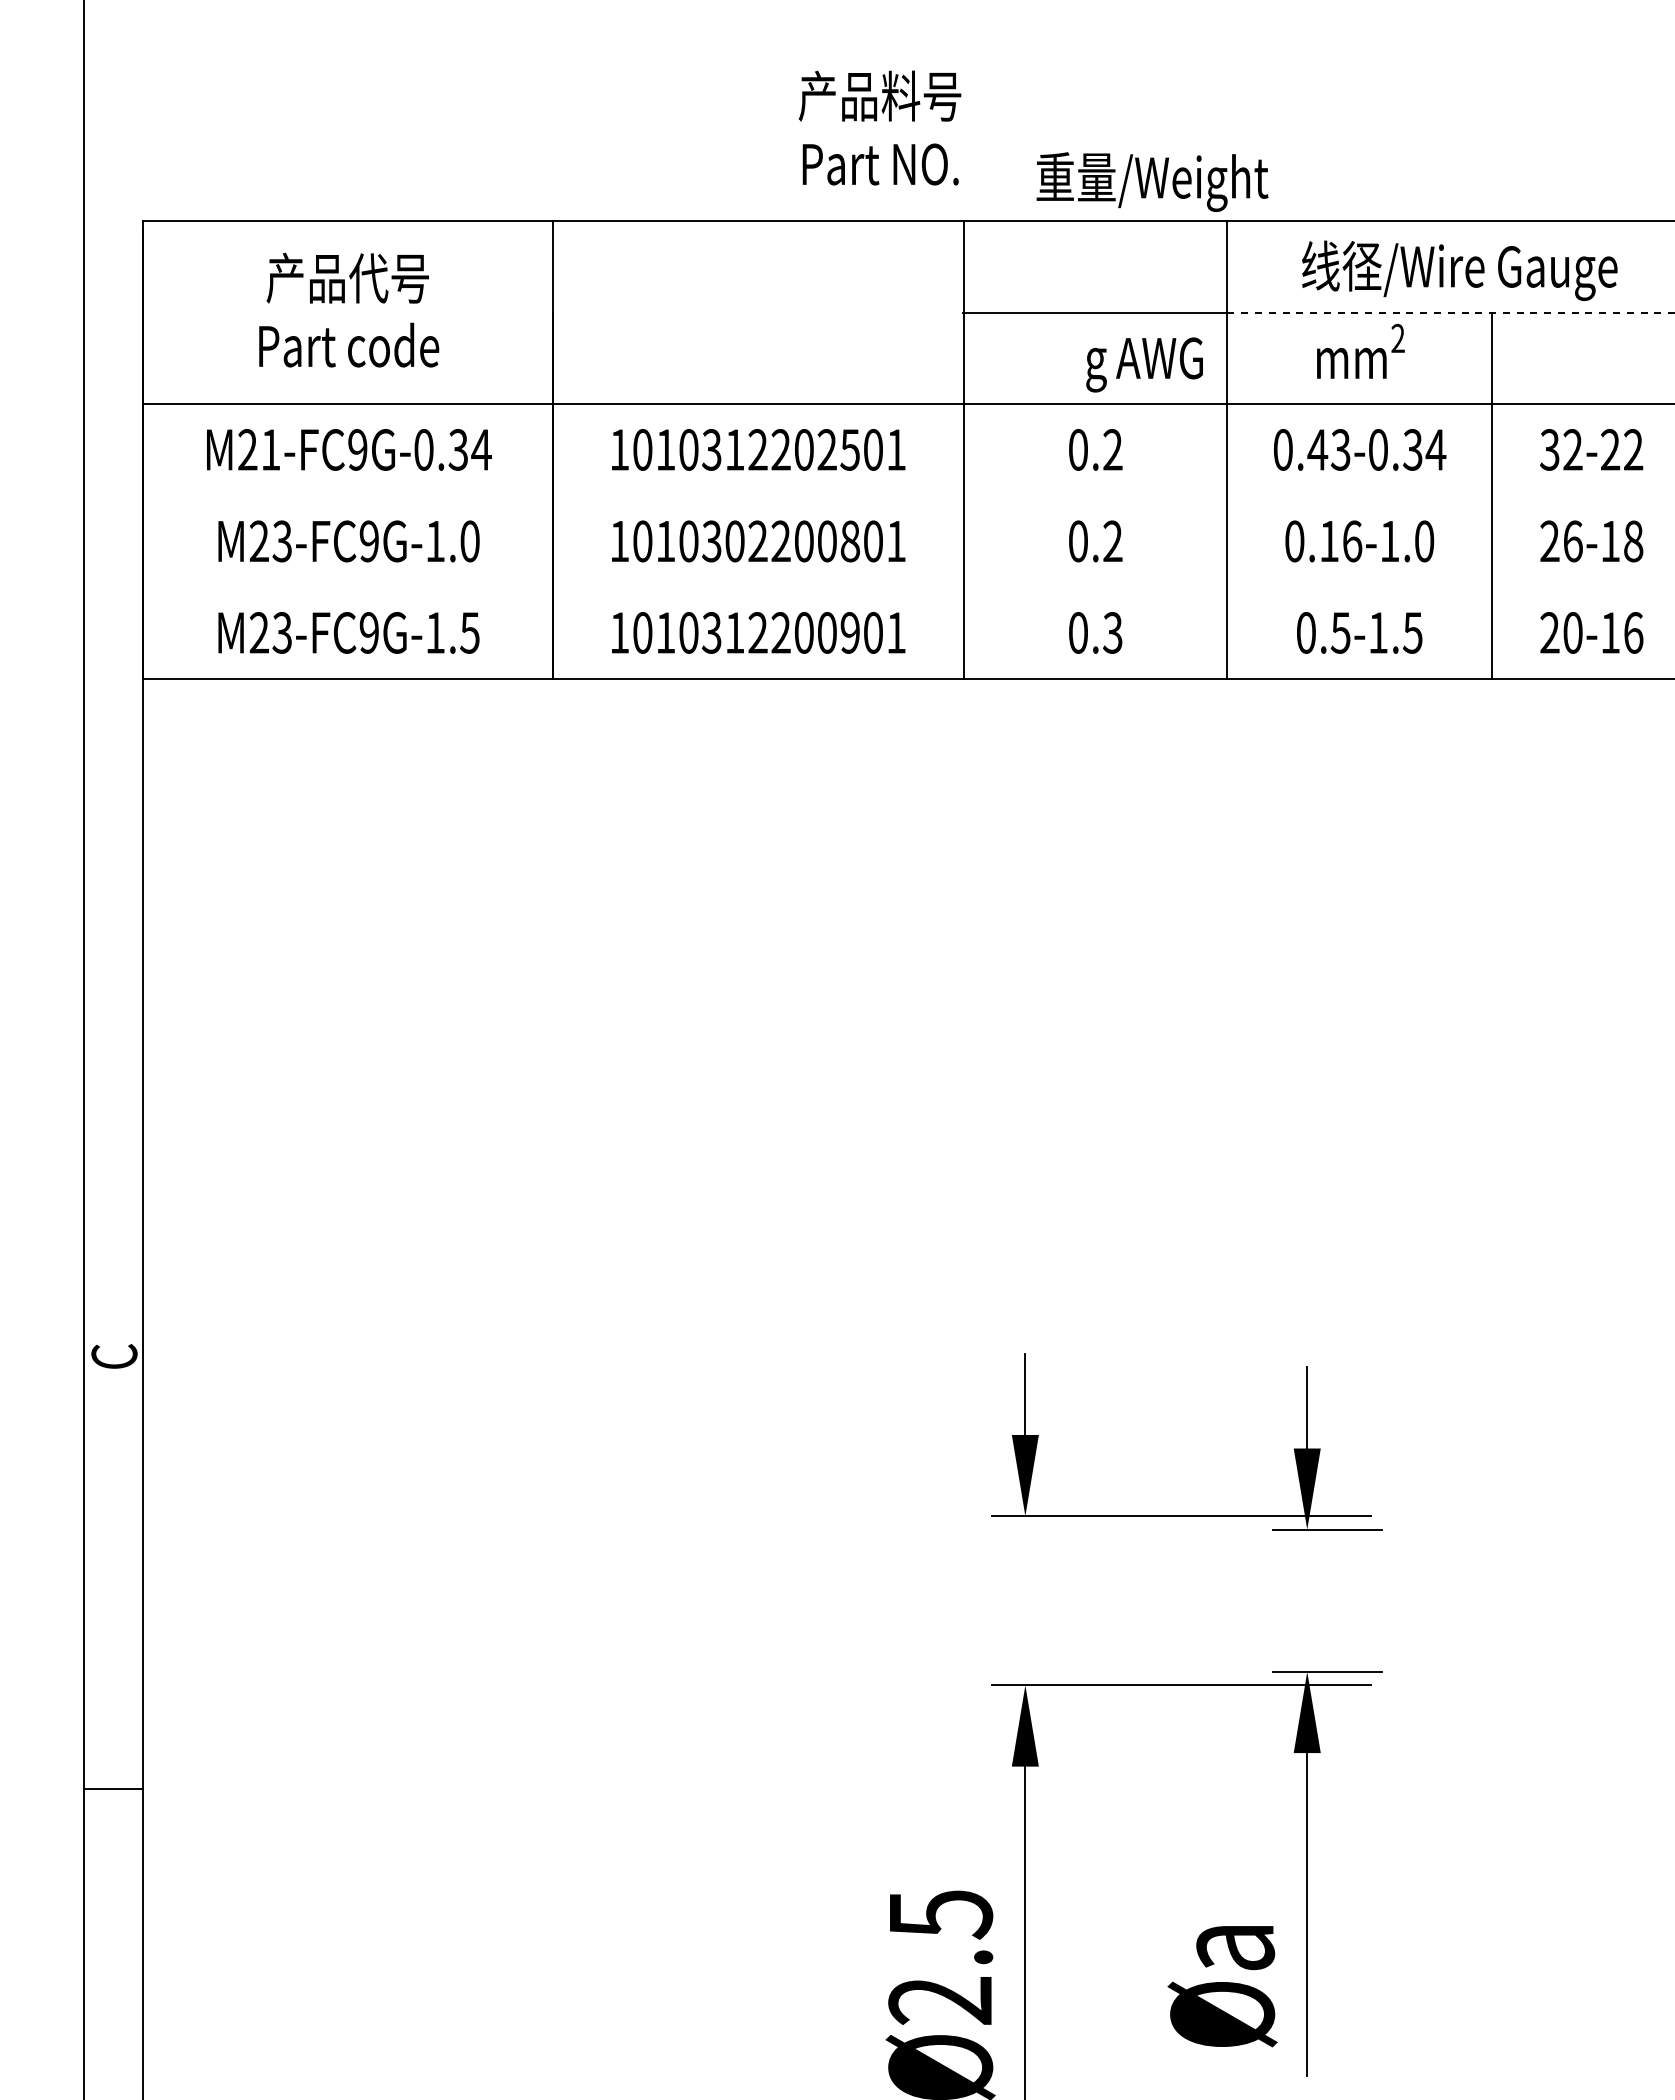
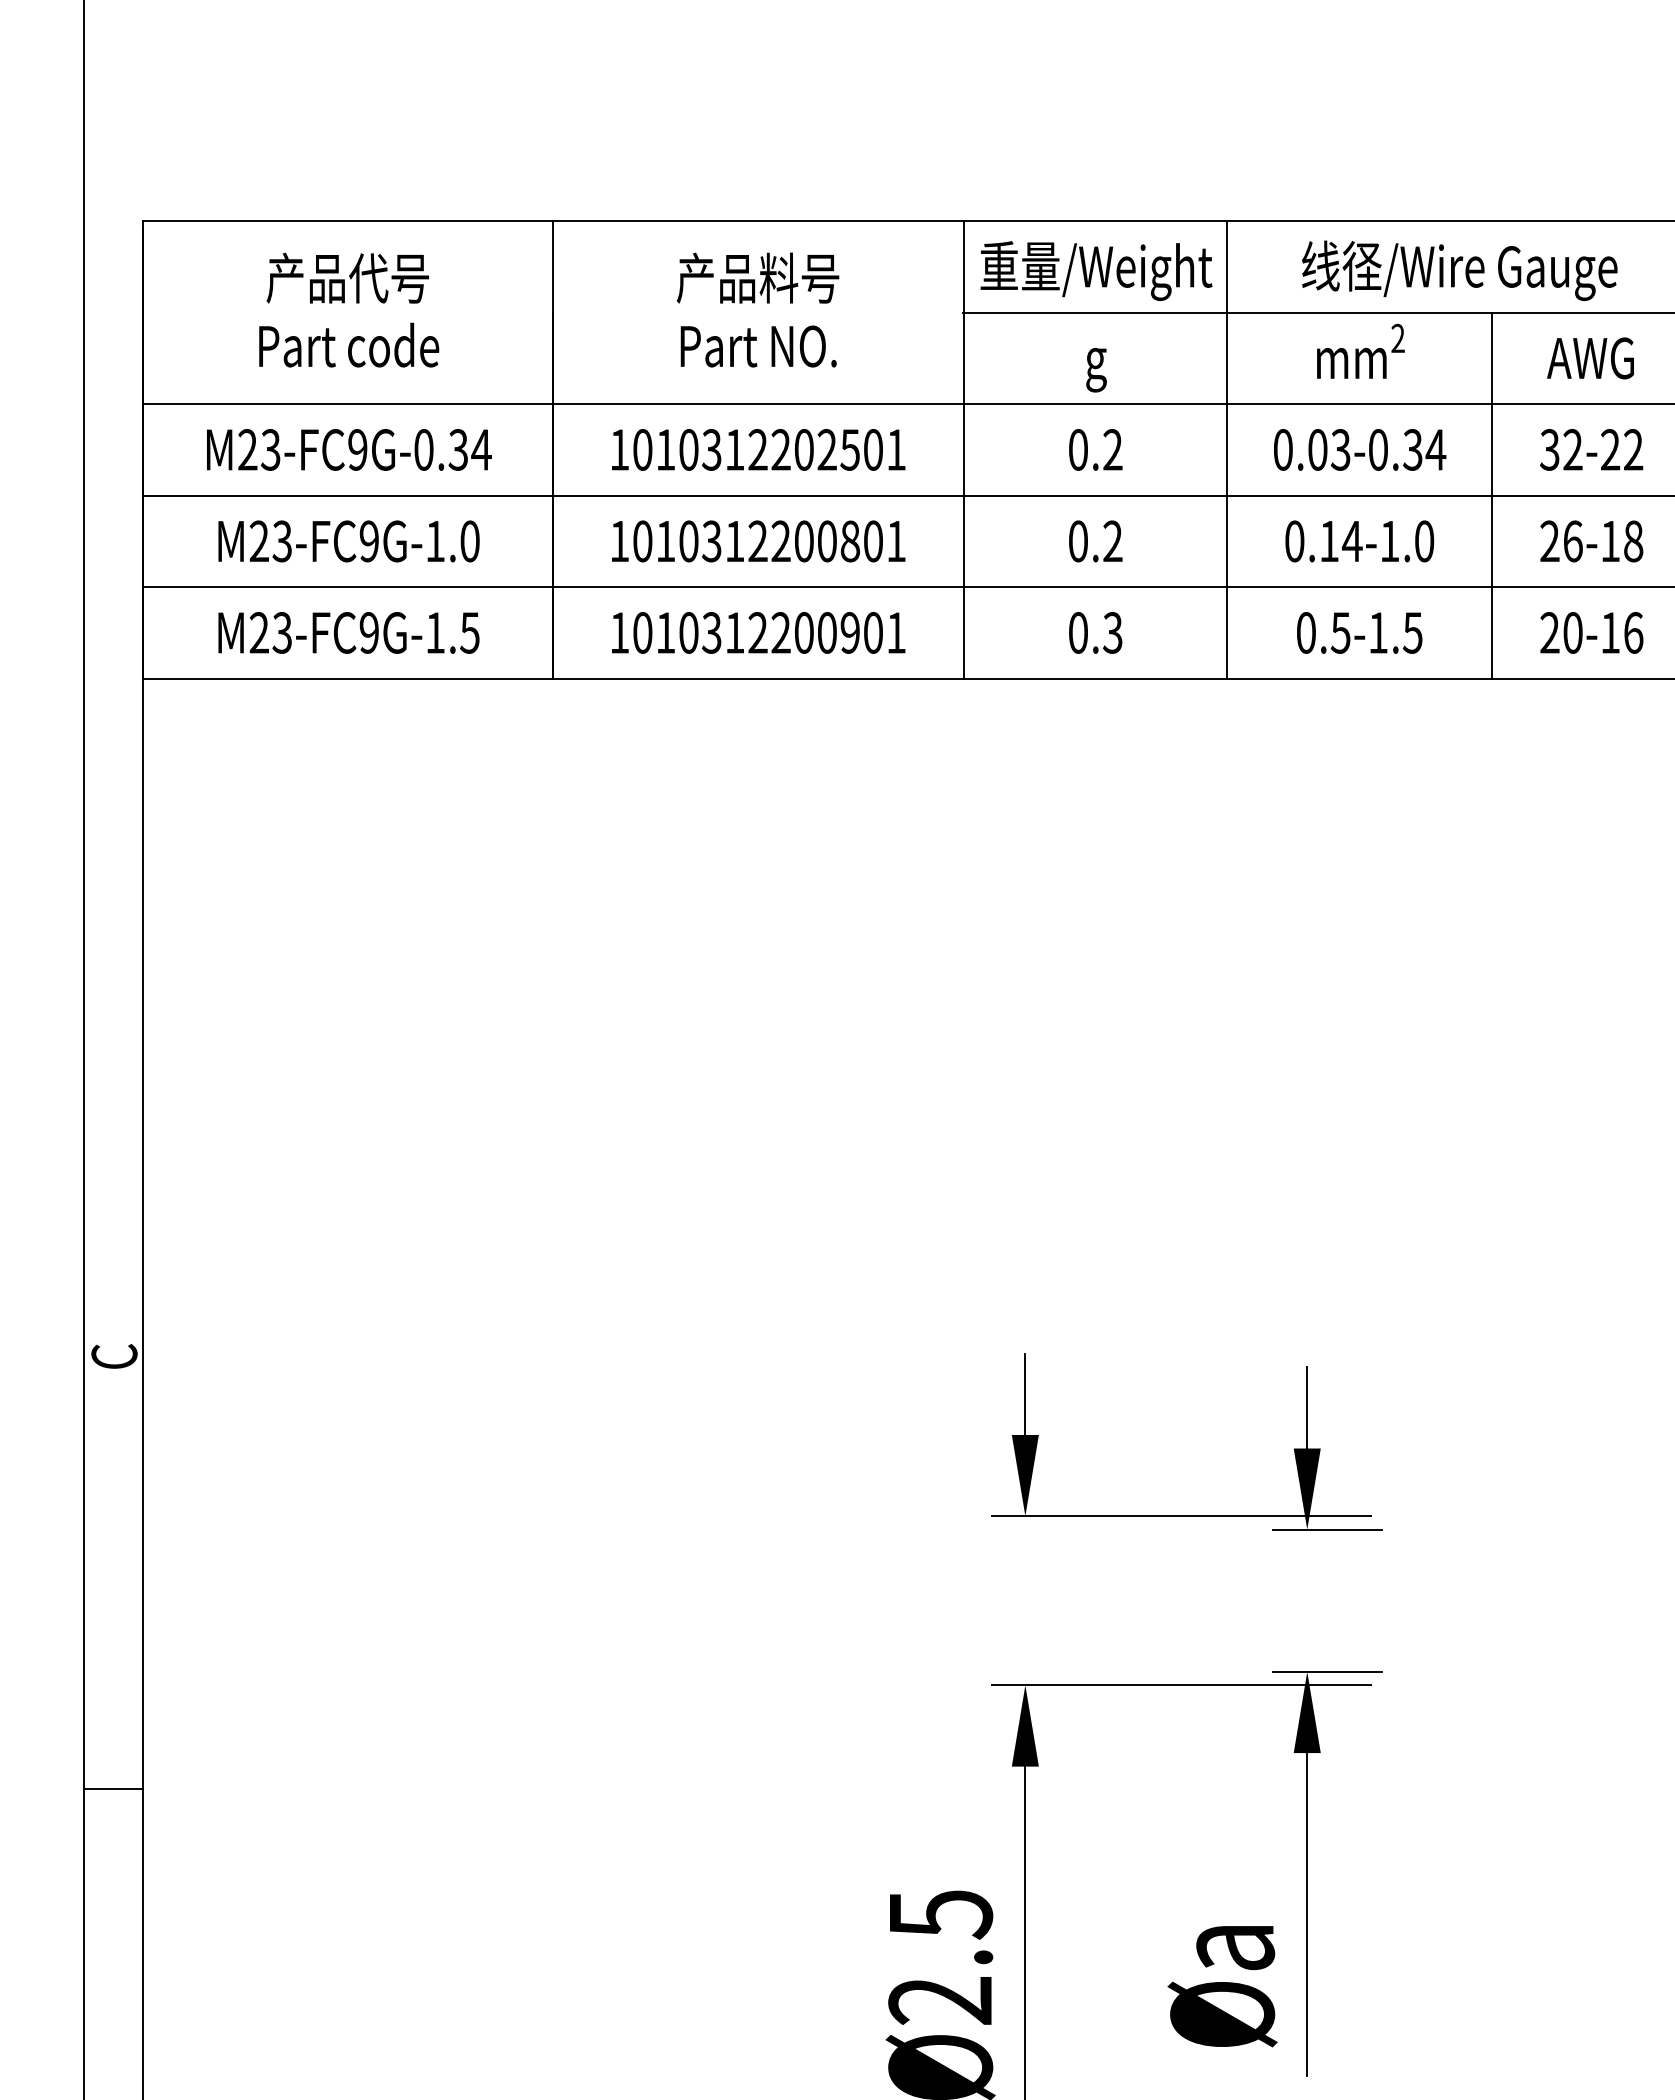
text at (879, 127) position: (879, 127) -> (757, 309)
text at (1152, 181) position: (1152, 181) -> (1096, 270)
line at (1451, 312): dashed -> solid
text at (1159, 358) position: (1159, 358) -> (1590, 358)
text at (270, 449): M21-FC9G-0.34 -> M23-FC9G-0.34
text at (1317, 449): 0.43-0.34 -> 0.03-0.34
line at (907, 495): none -> present
text at (734, 541): 1010302200801 -> 1010312200801
text at (1351, 541): 0.16-1.0 -> 0.14-1.0
line at (907, 587): none -> present
